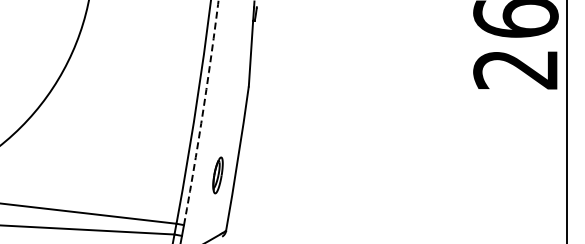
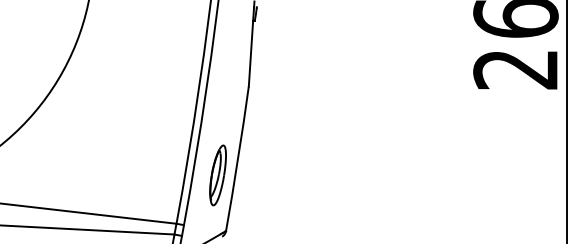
arc at (202, 112): dashed -> solid
part at (217, 175) size: 12x39 px -> 18x63 px
